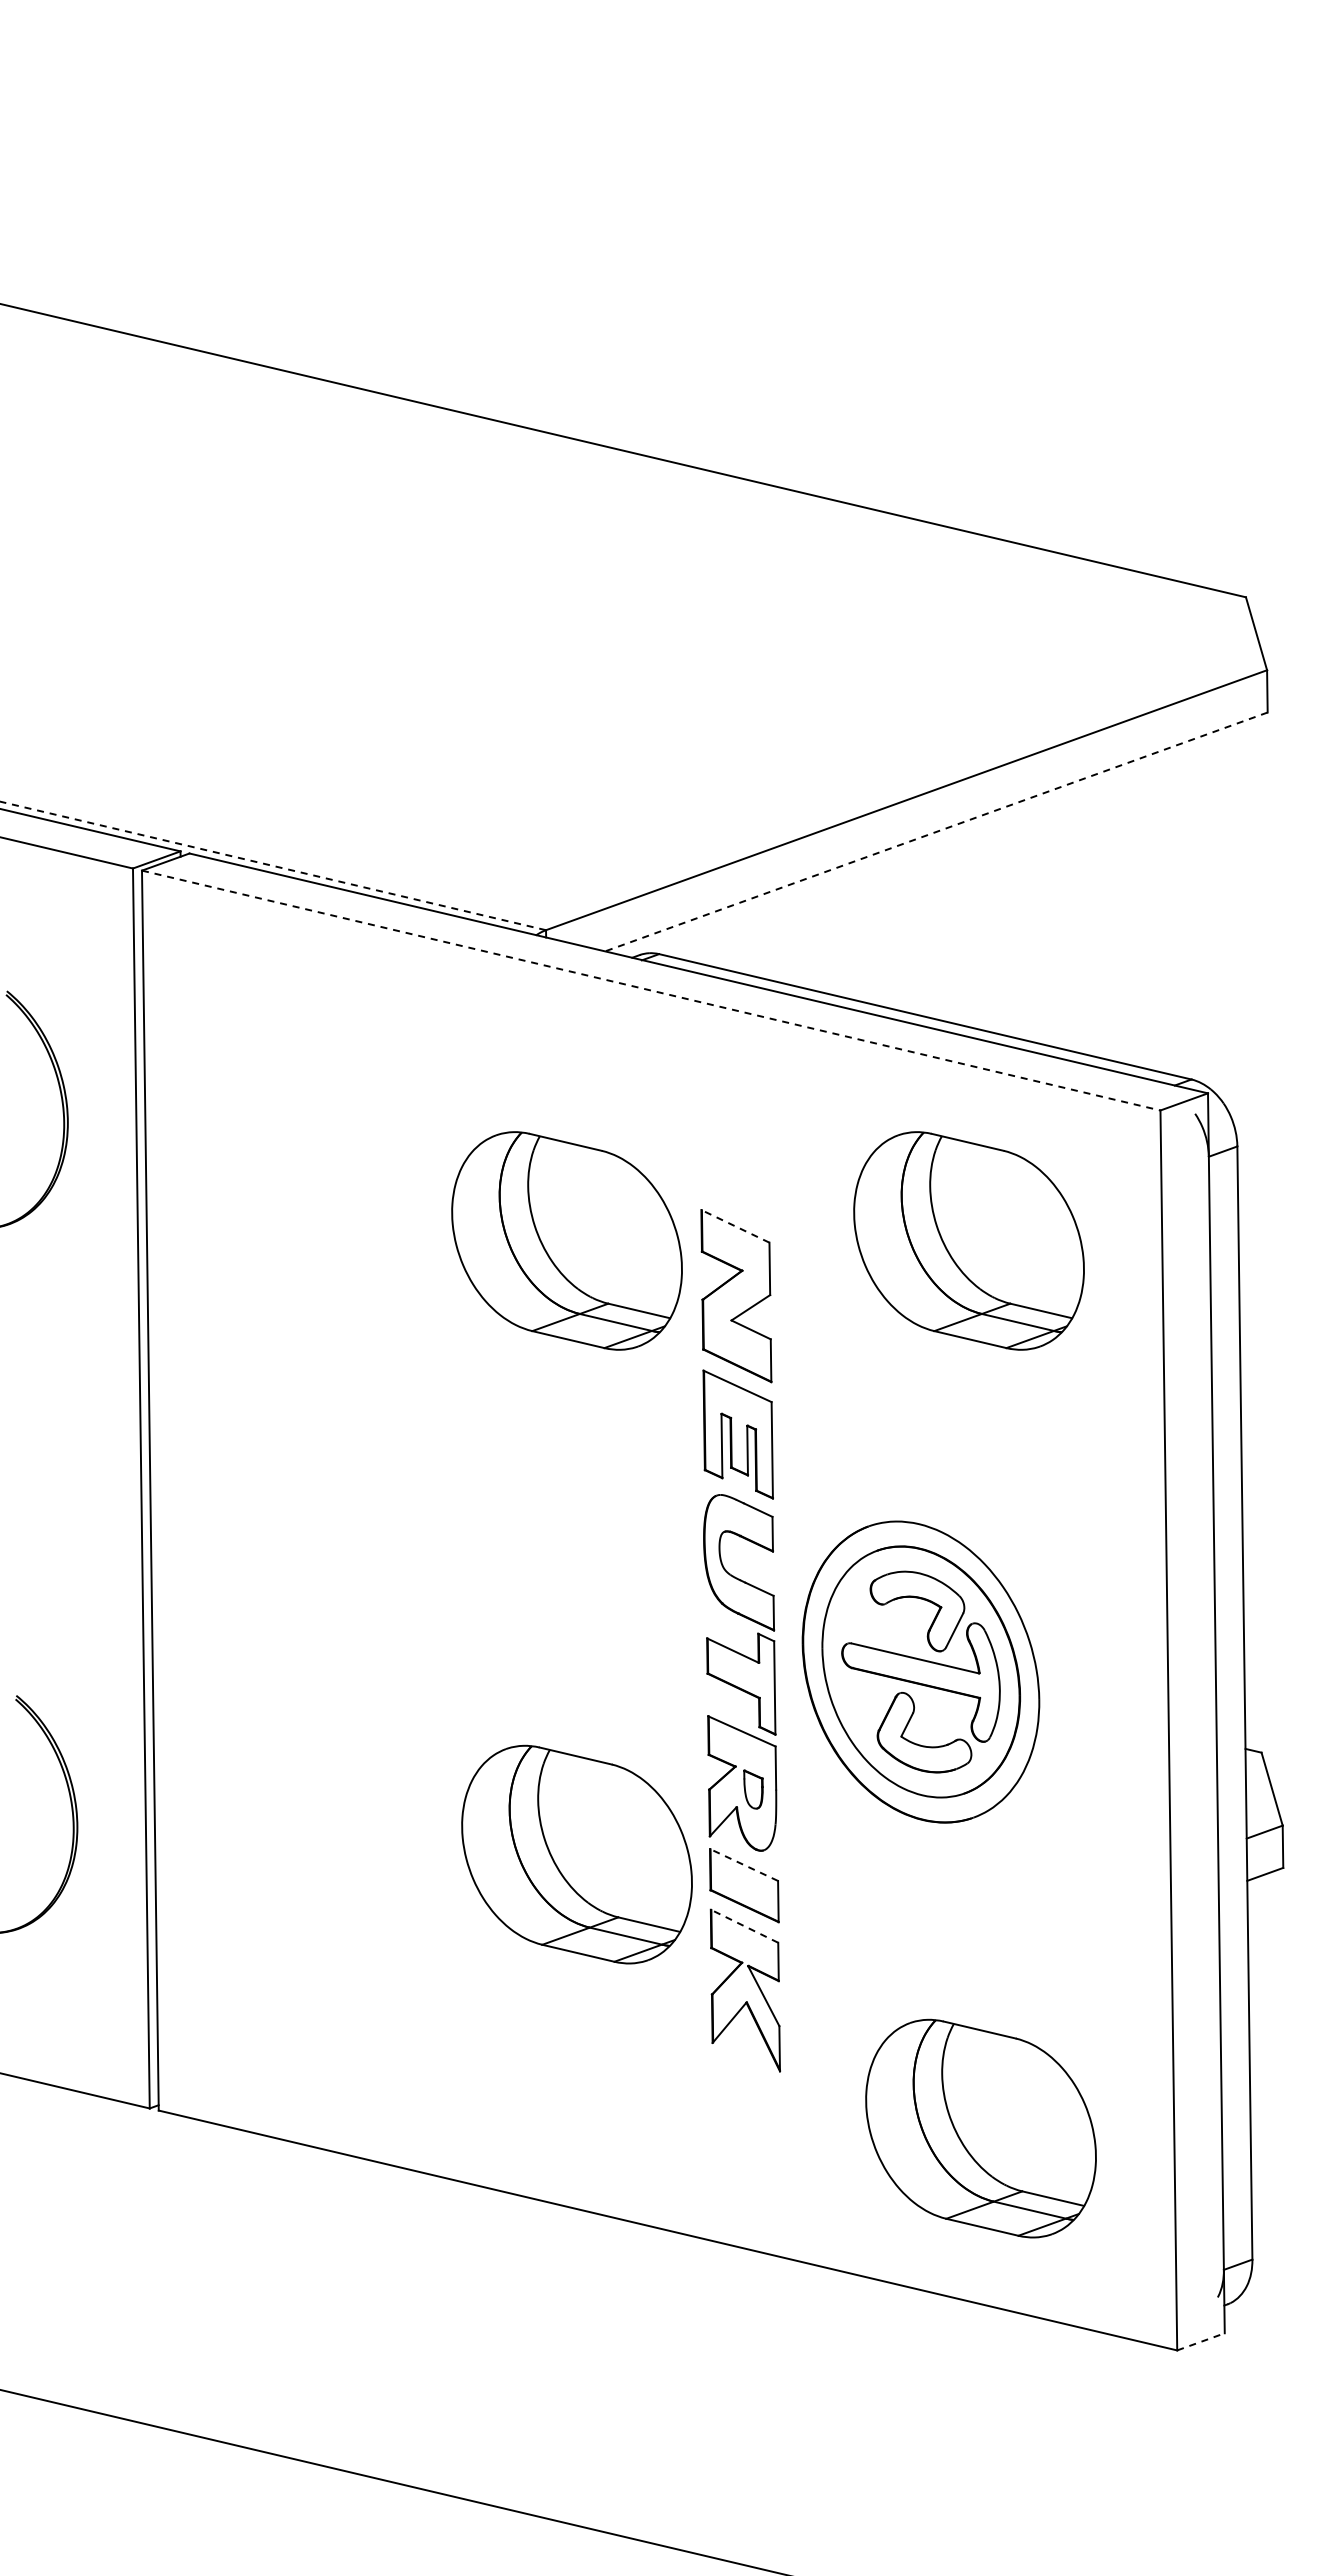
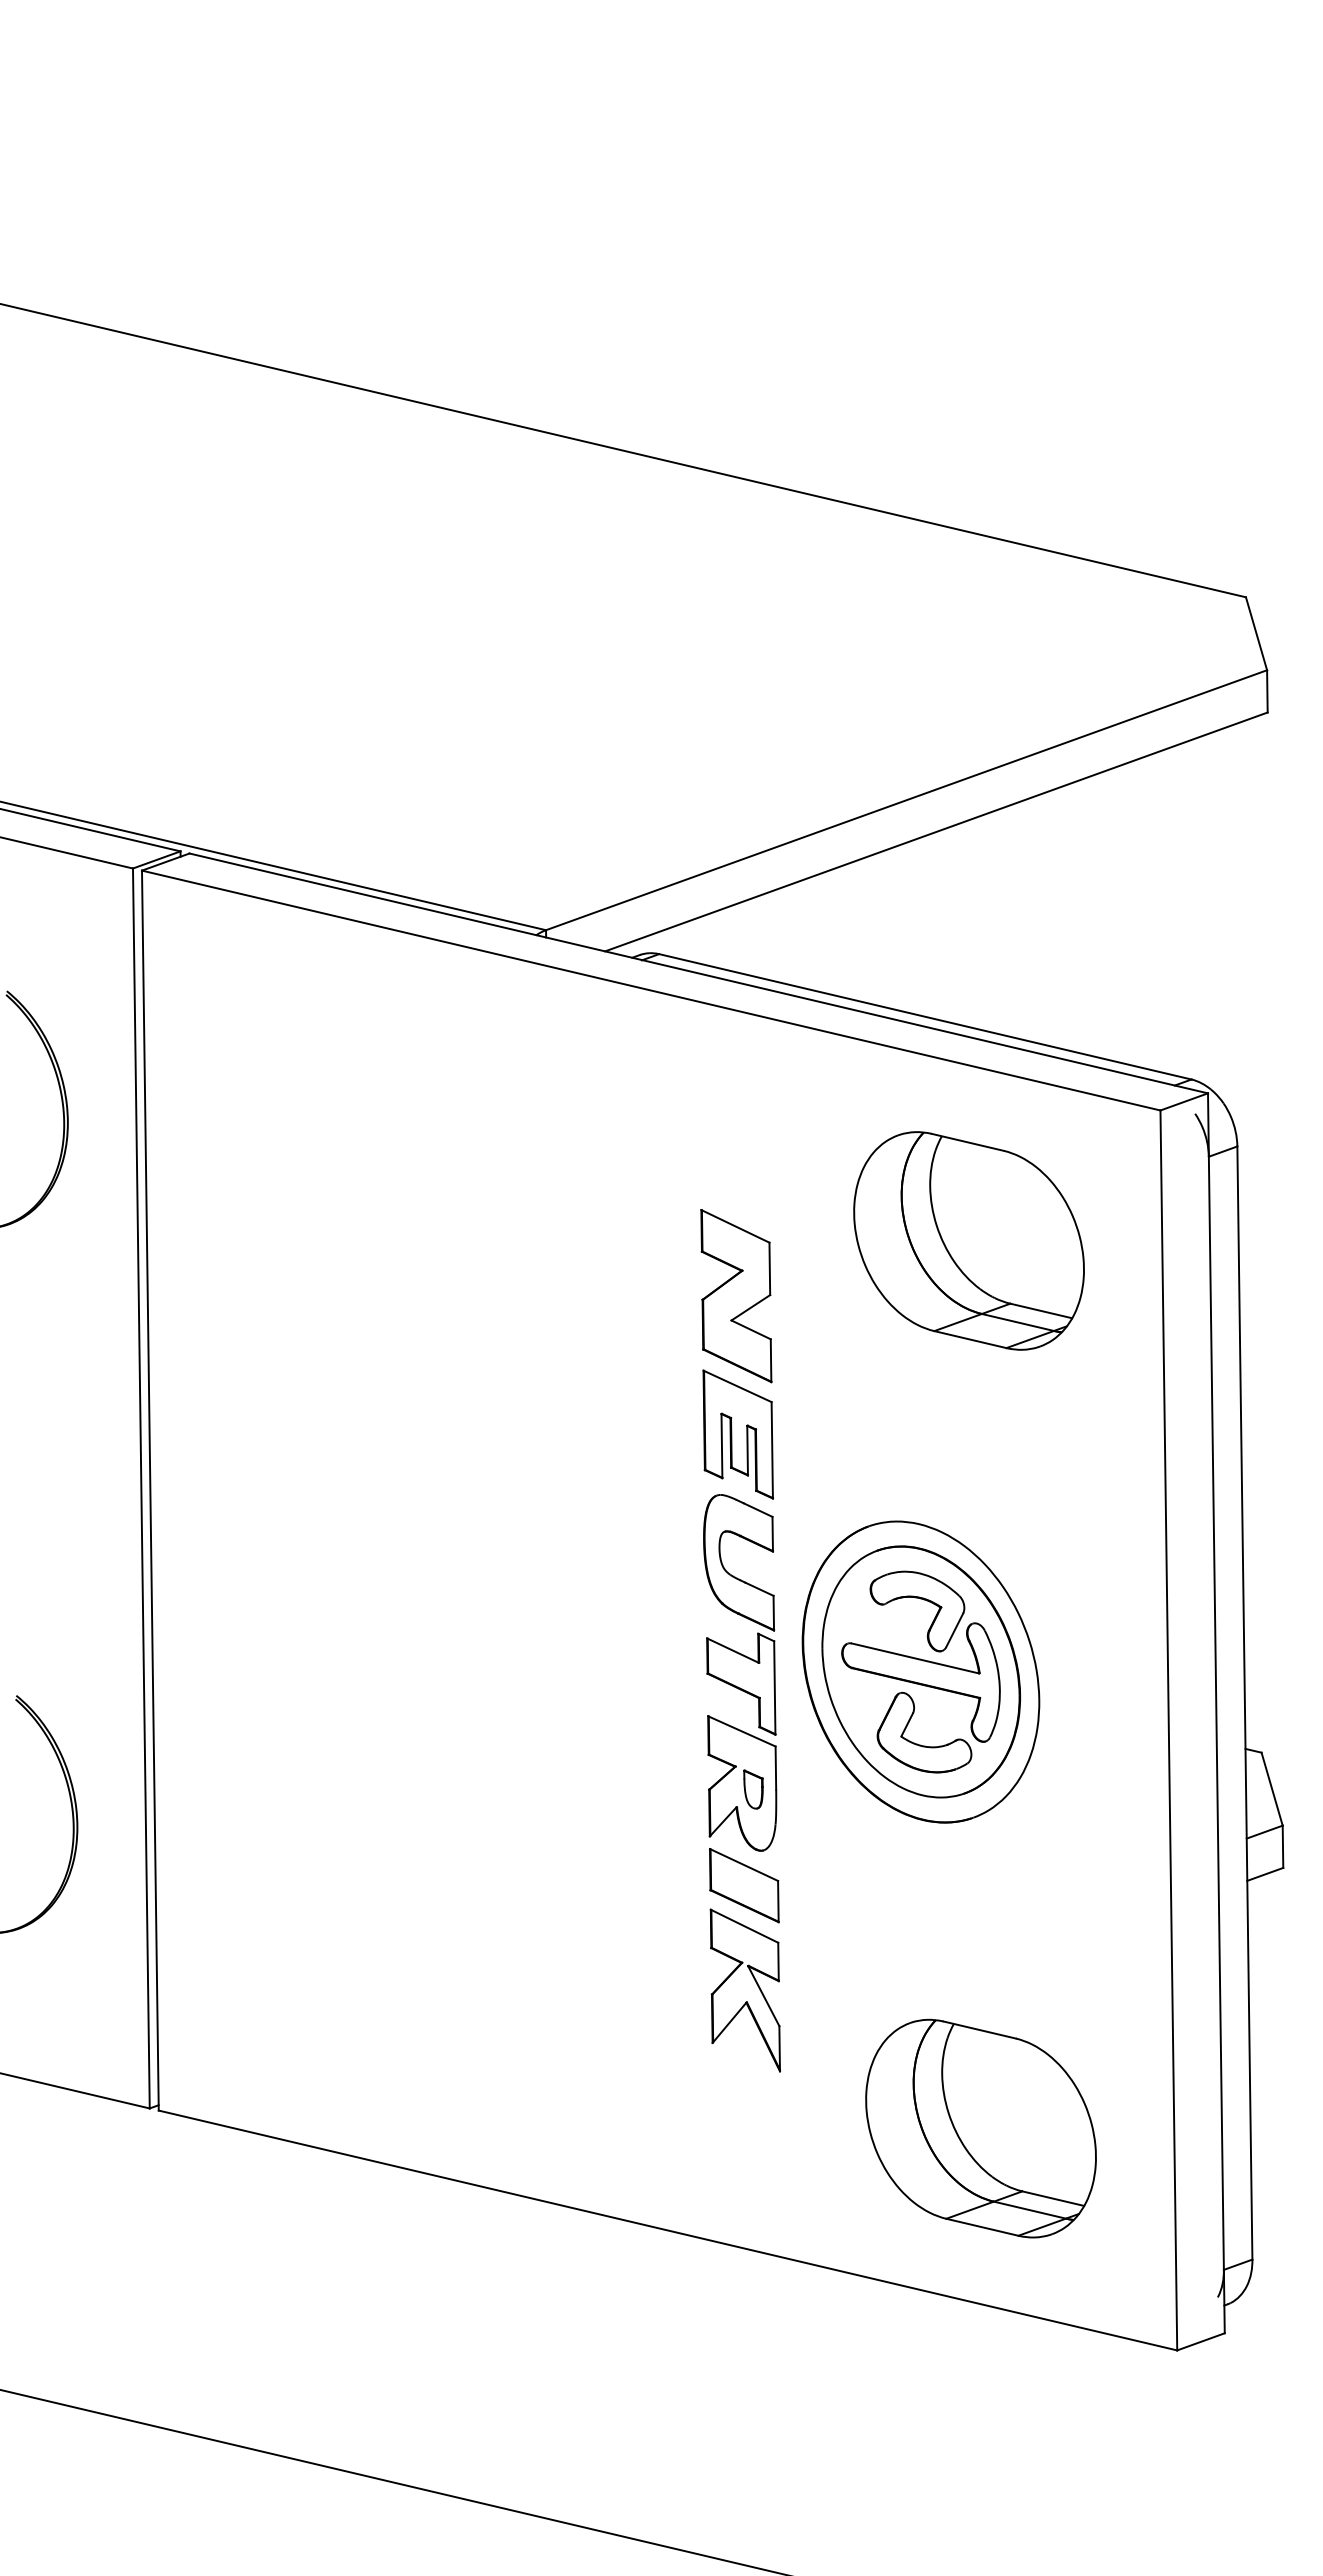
line at (935, 832): dashed -> solid
line at (272, 865): dashed -> solid
line at (651, 990): dashed -> solid
line at (735, 1226): dashed -> solid
part at (566, 1240): present -> none
part at (576, 1854): present -> none
line at (744, 1865): dashed -> solid
line at (744, 1926): dashed -> solid
line at (1201, 2341): dashed -> solid
